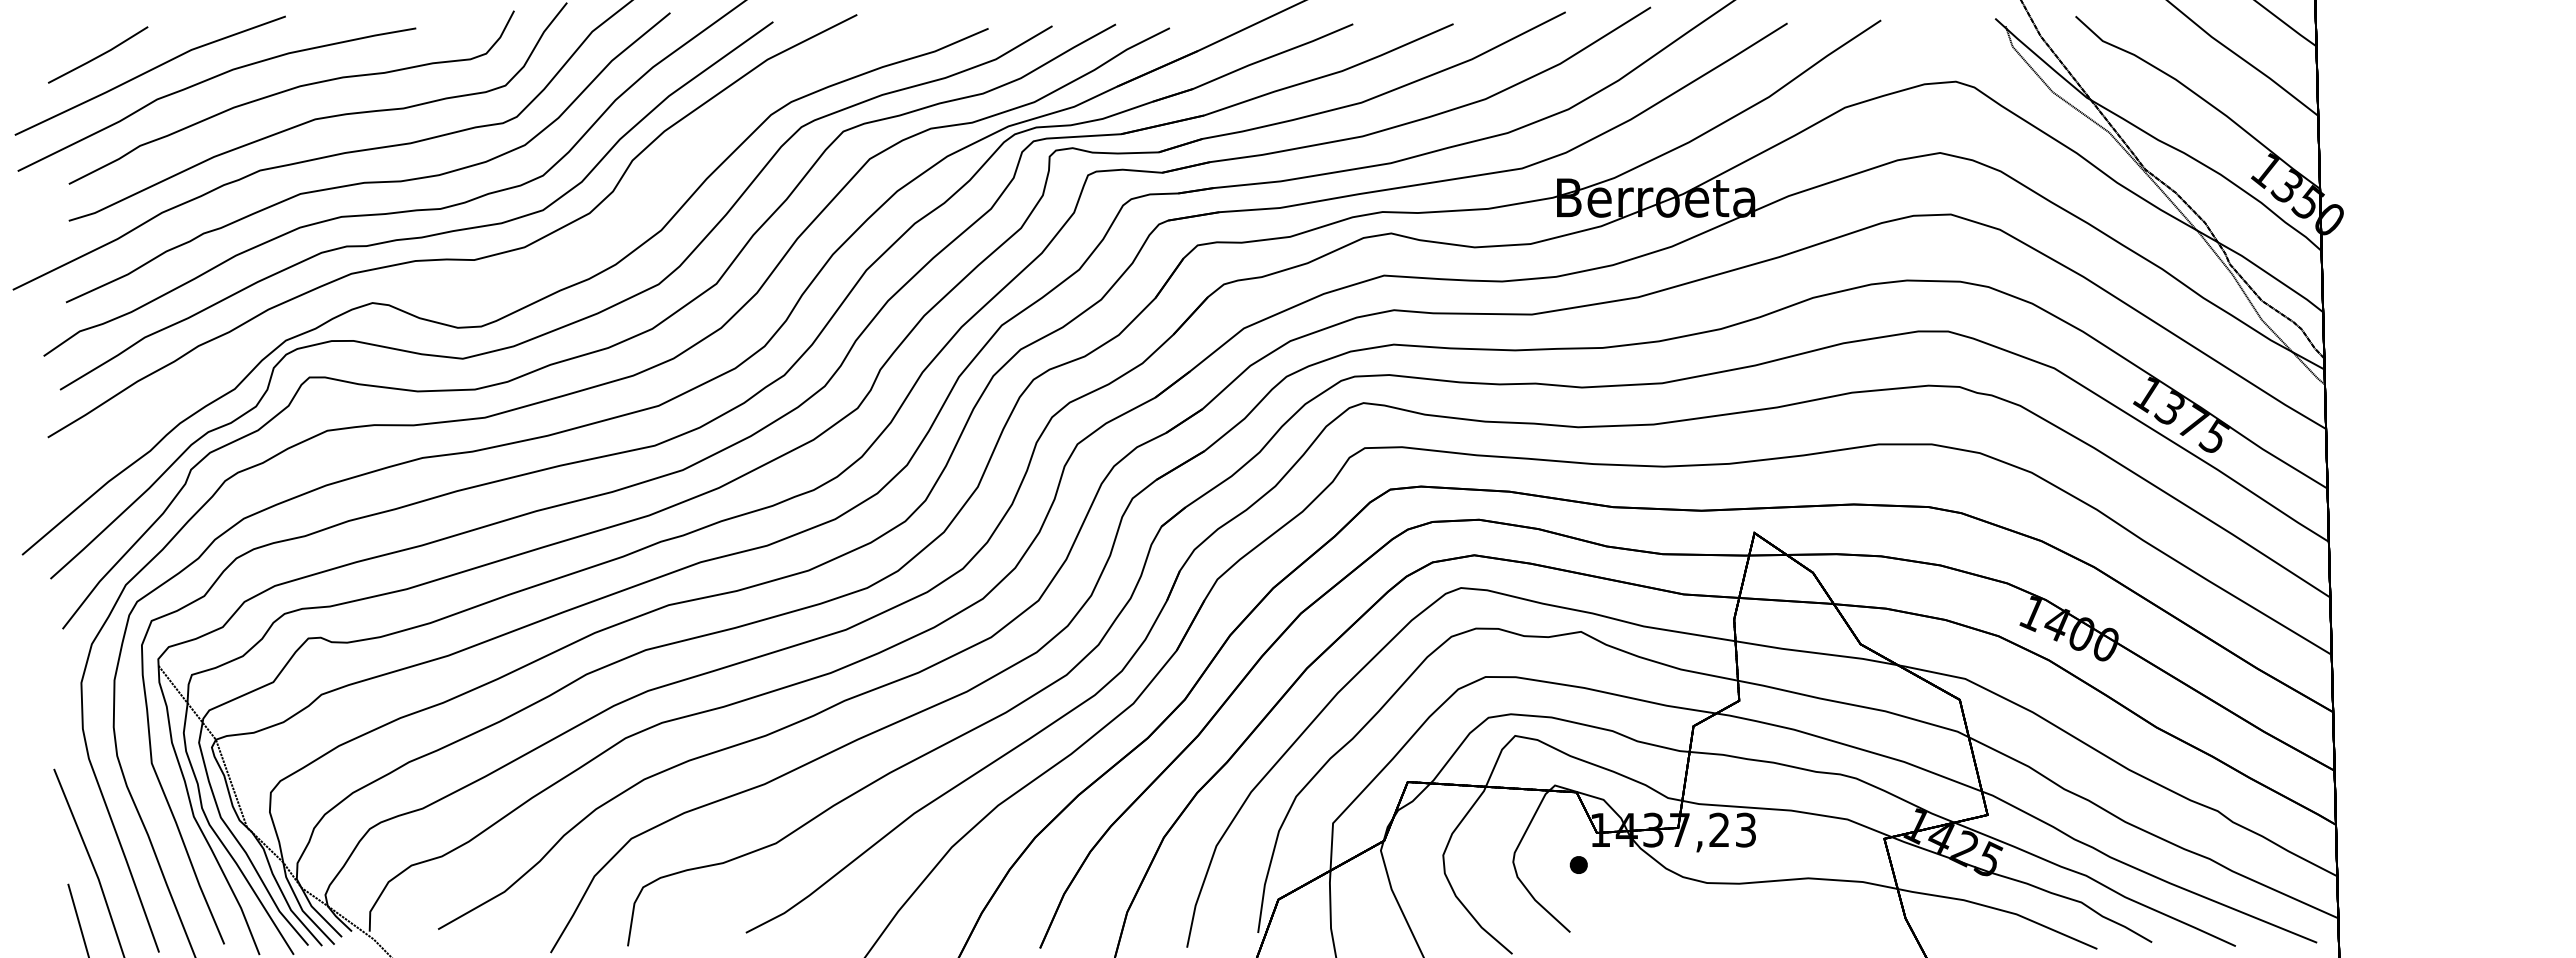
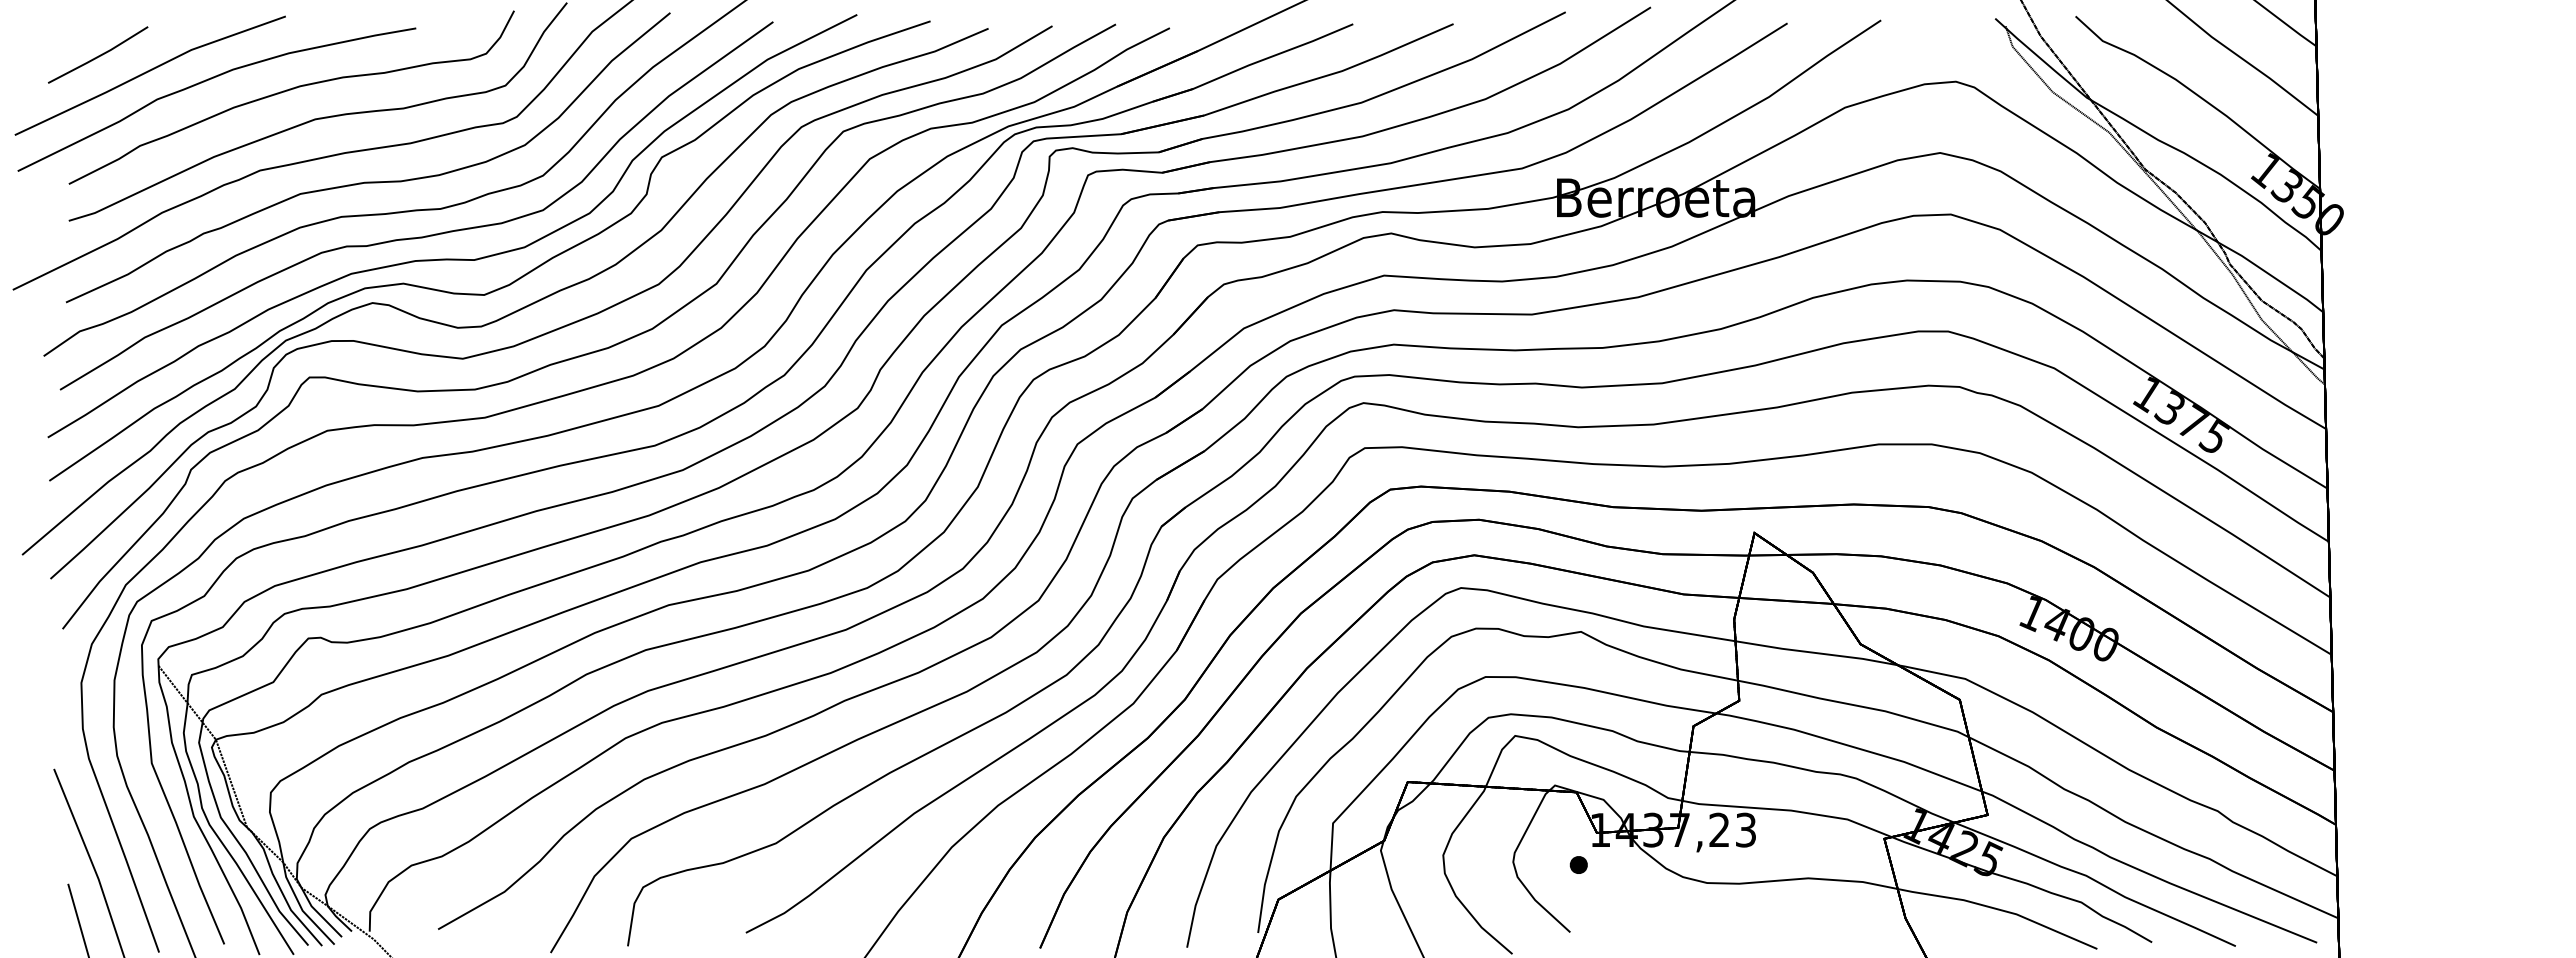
curve at (504, 285): none -> present
